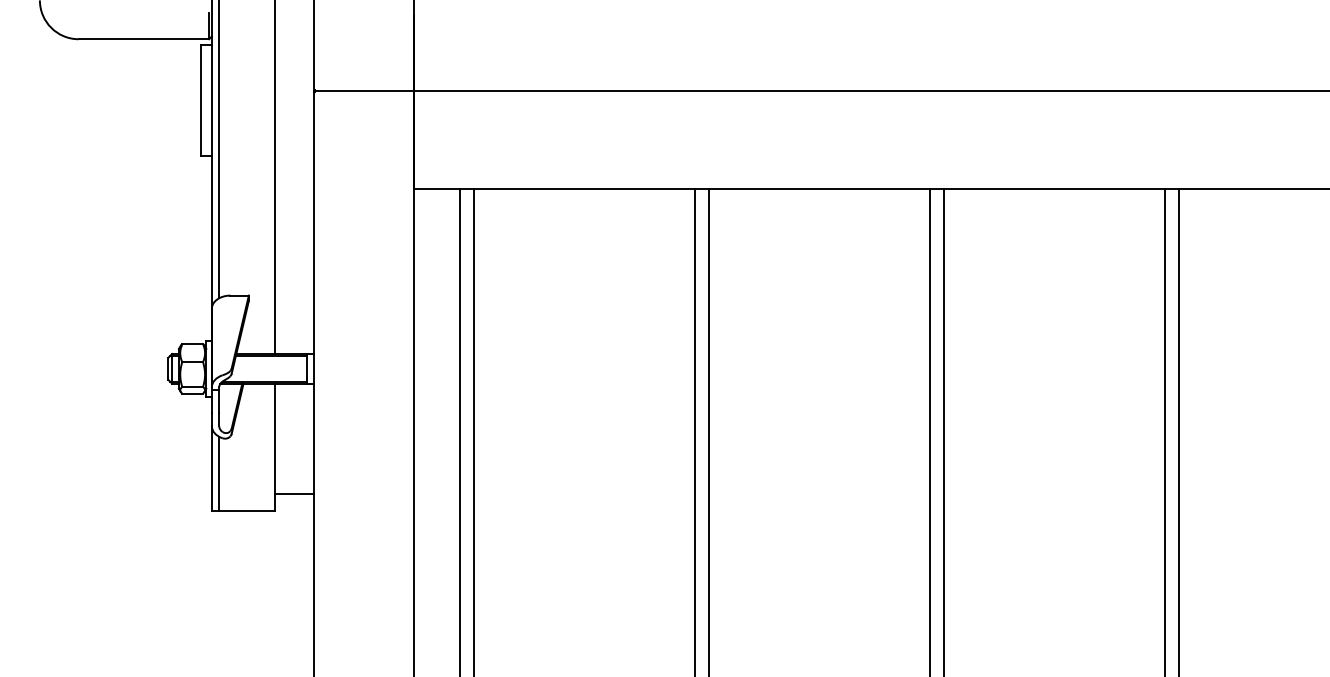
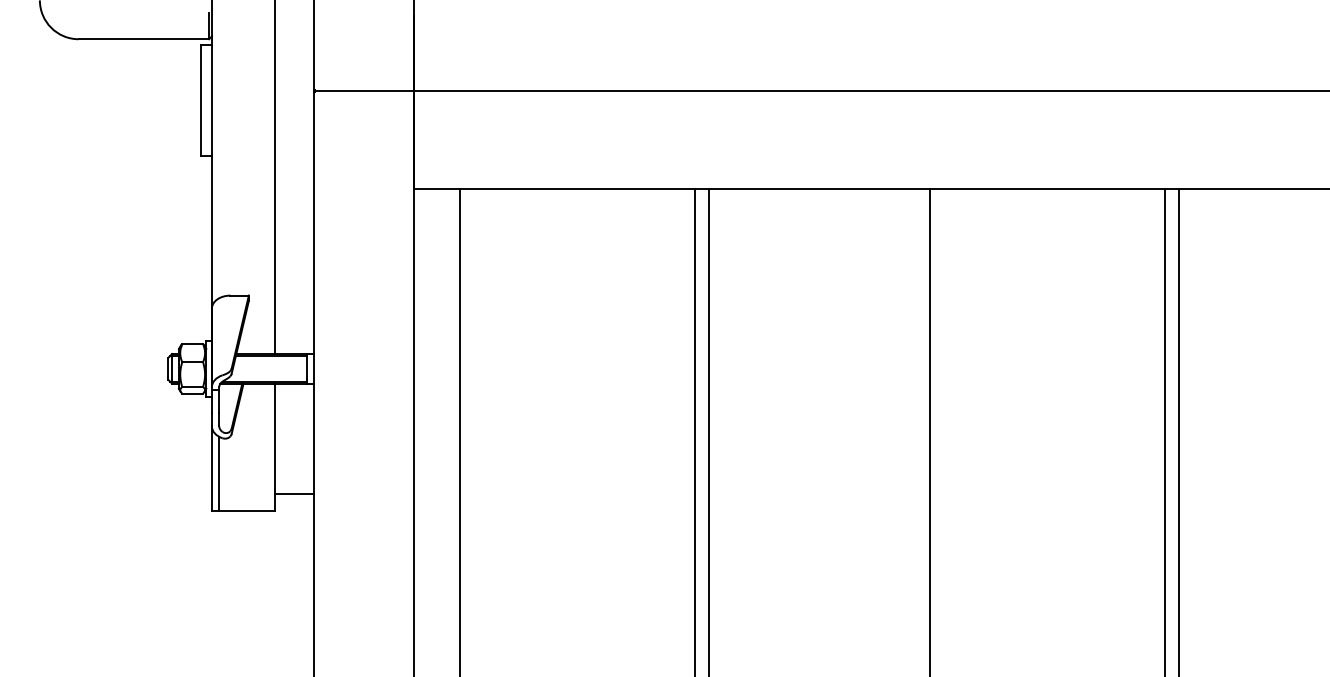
line at (219, 150): present -> none
line at (474, 430): present -> none
line at (944, 430): present -> none
